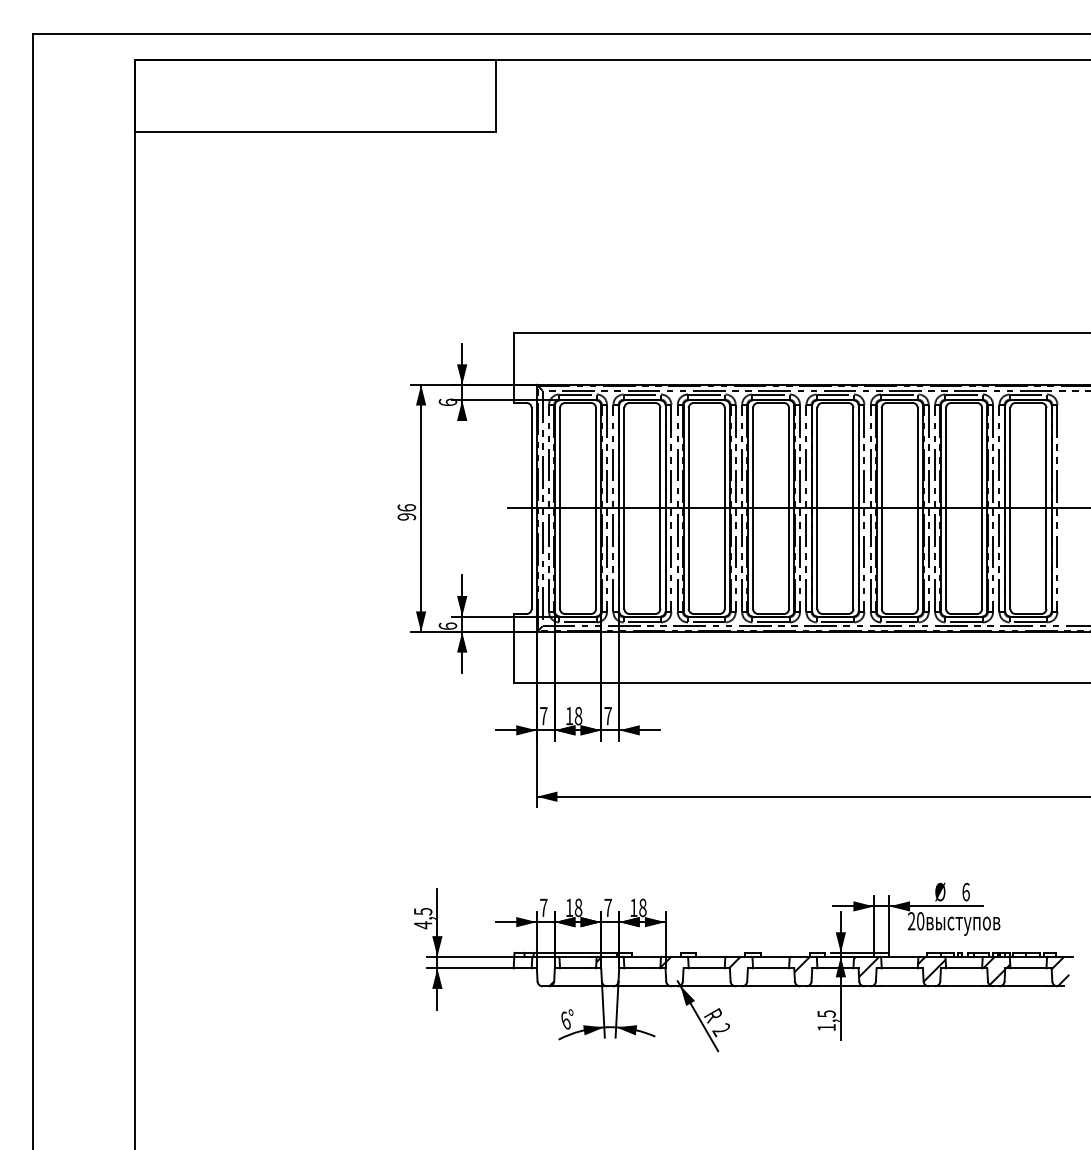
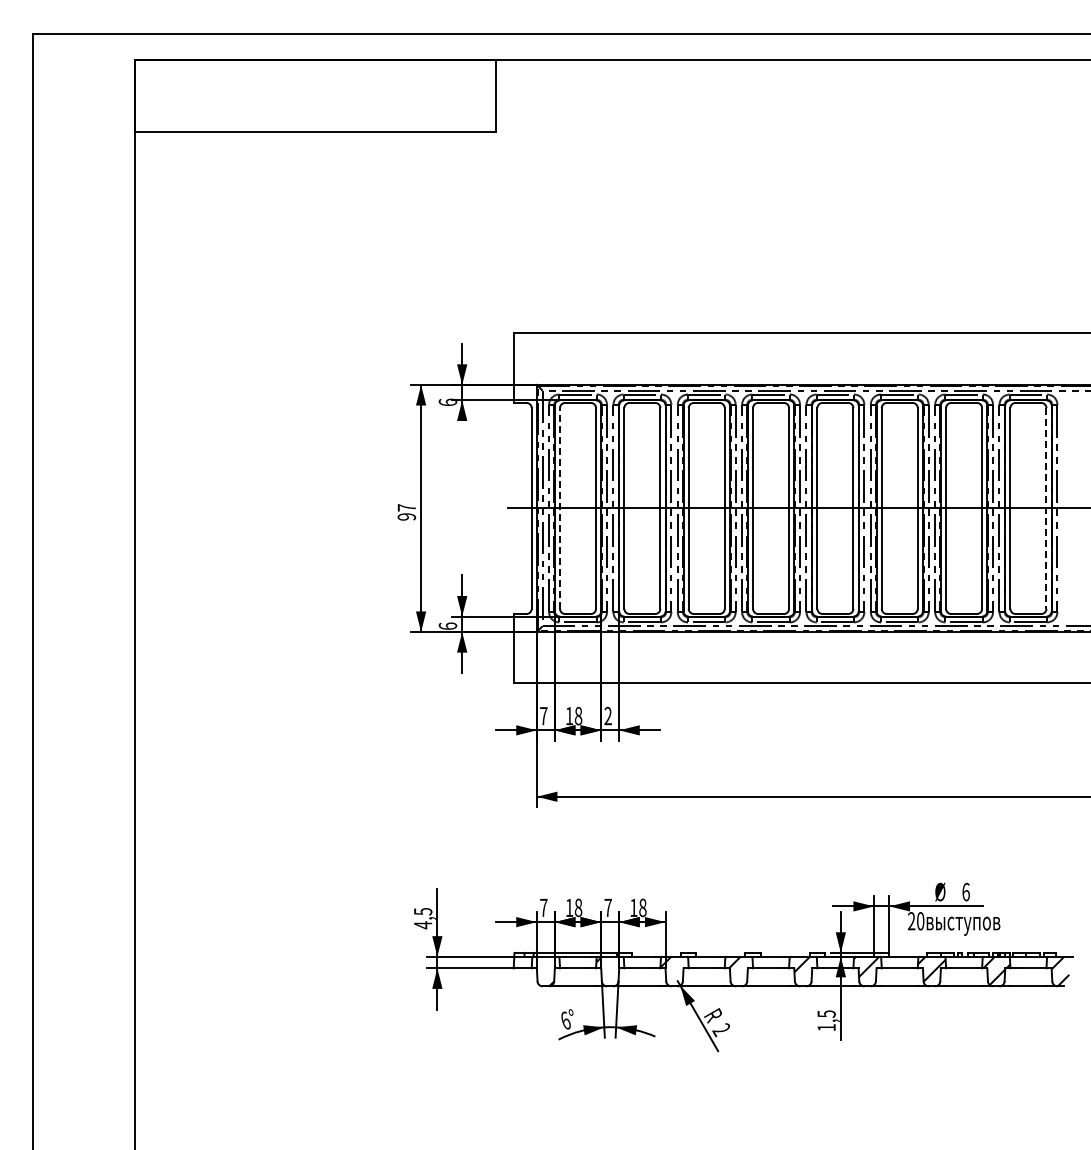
text at (406, 507): 96 -> 97
line at (560, 507): solid -> dashed
line at (1046, 508): solid -> dashed
text at (607, 715): 7 -> 2
